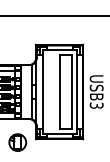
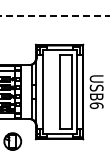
line at (54, 15): solid -> dashed
text at (96, 105): USB3 -> USB6
part at (17, 142) position: (17, 142) -> (12, 141)
